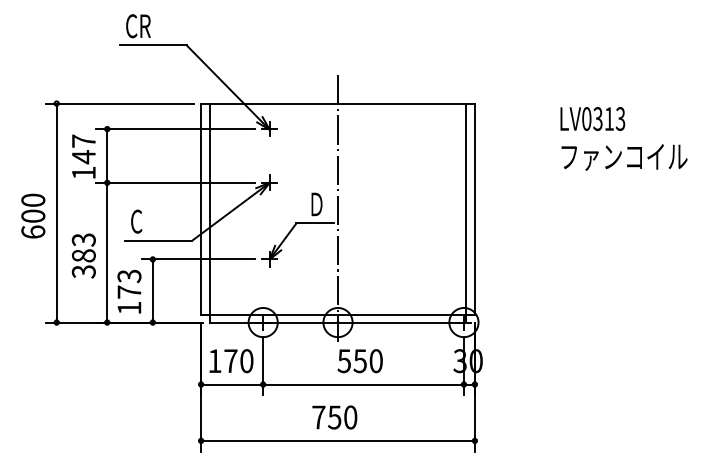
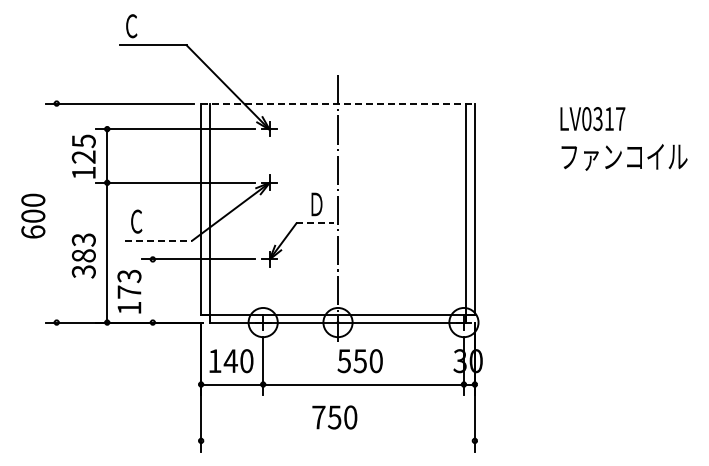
text at (145, 25): CR -> C
line at (338, 103): solid -> dashed
text at (620, 118): LV0313 -> LV0317
text at (83, 149): 147 -> 125
line at (56, 212): present -> none
line at (315, 223): solid -> dashed
line at (158, 240): solid -> dashed
line at (152, 290): present -> none
text at (230, 360): 170 -> 140
line at (337, 440): present -> none
